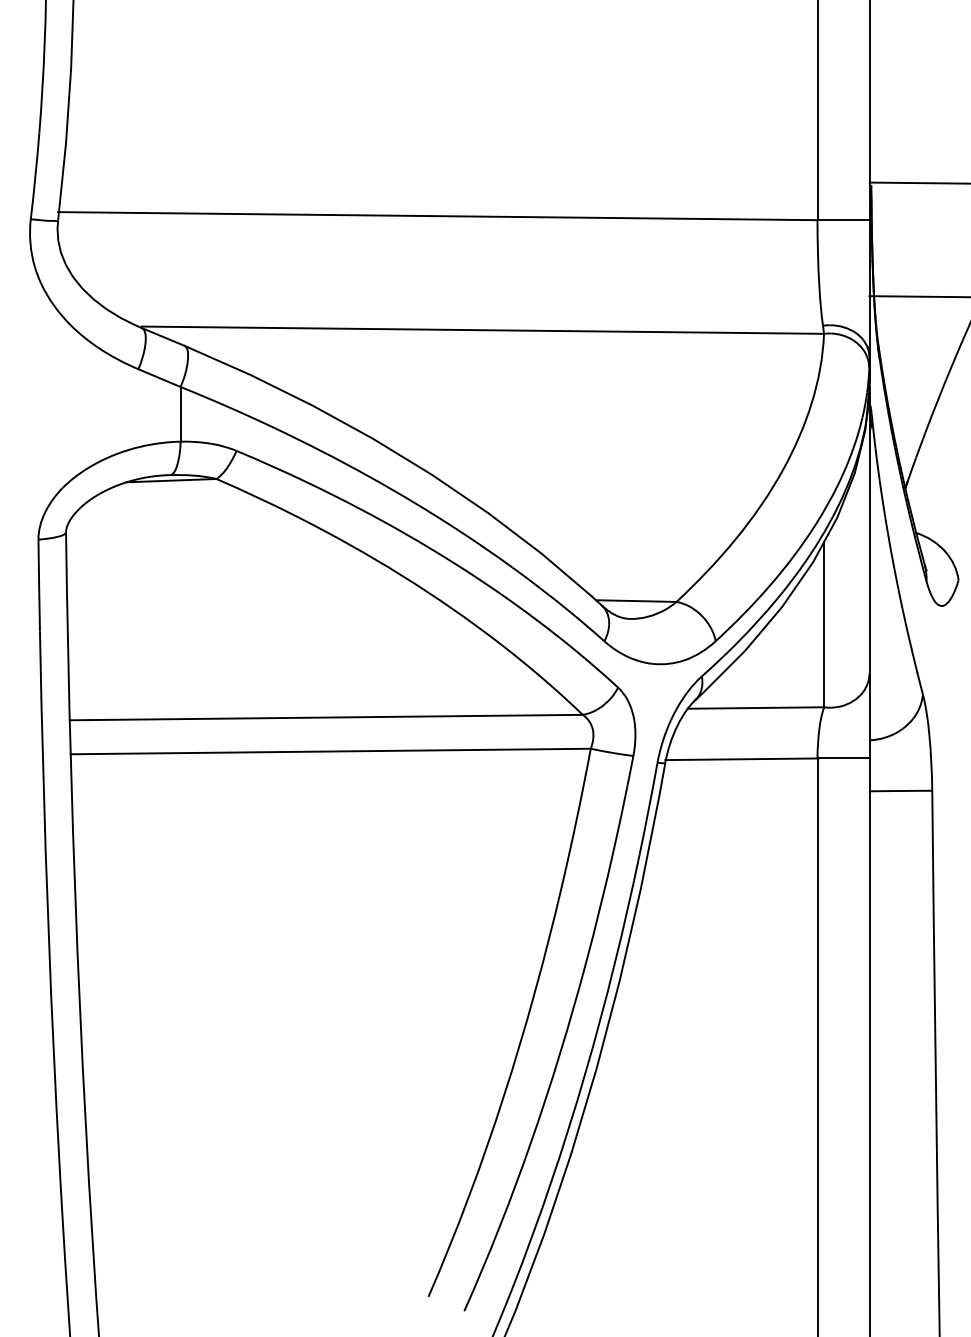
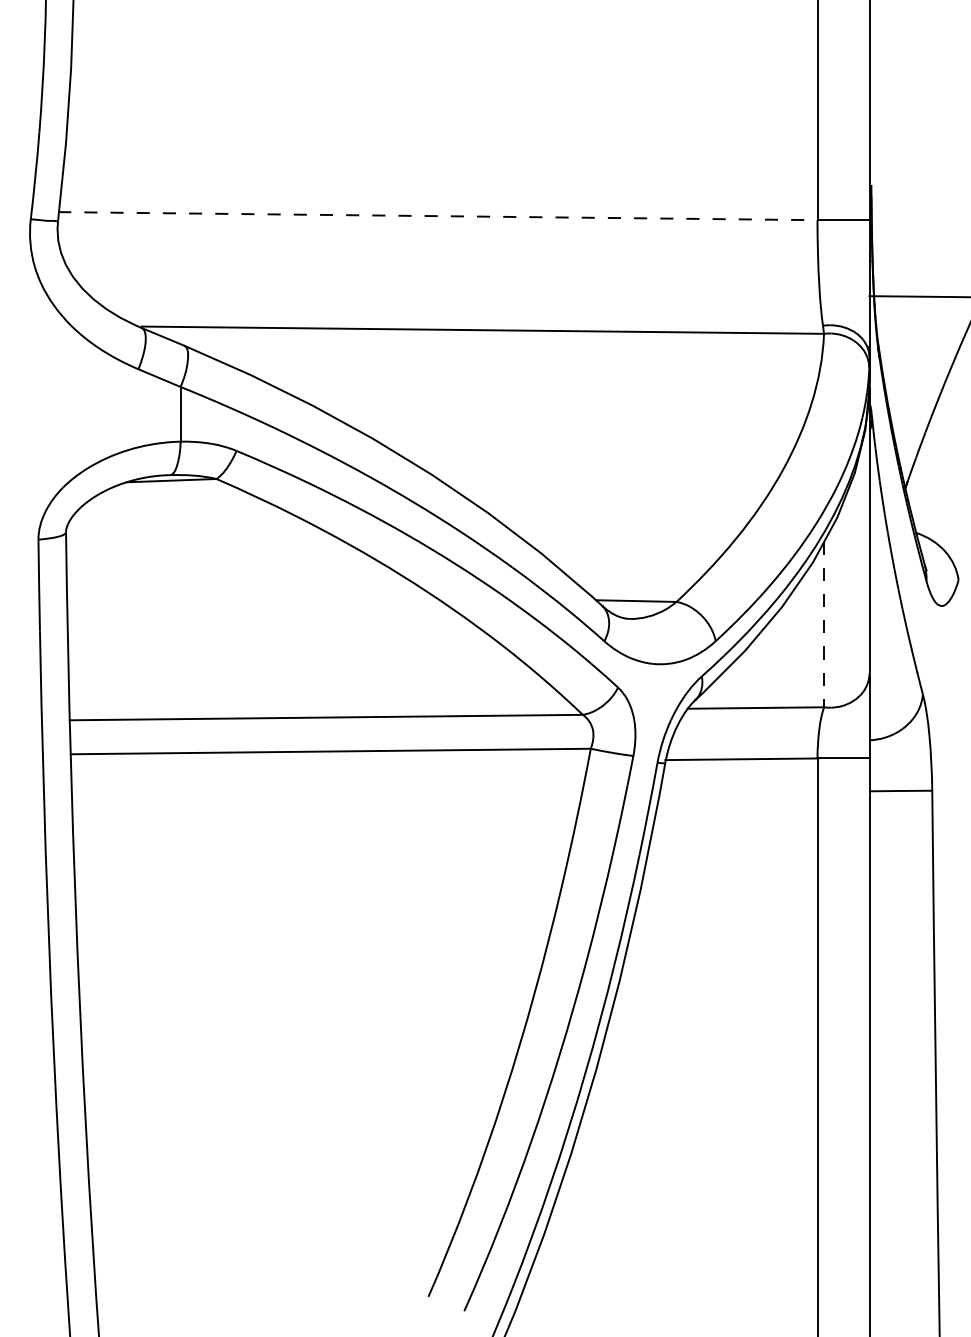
line at (918, 182): present -> none
line at (437, 216): solid -> dashed
line at (824, 624): solid -> dashed
